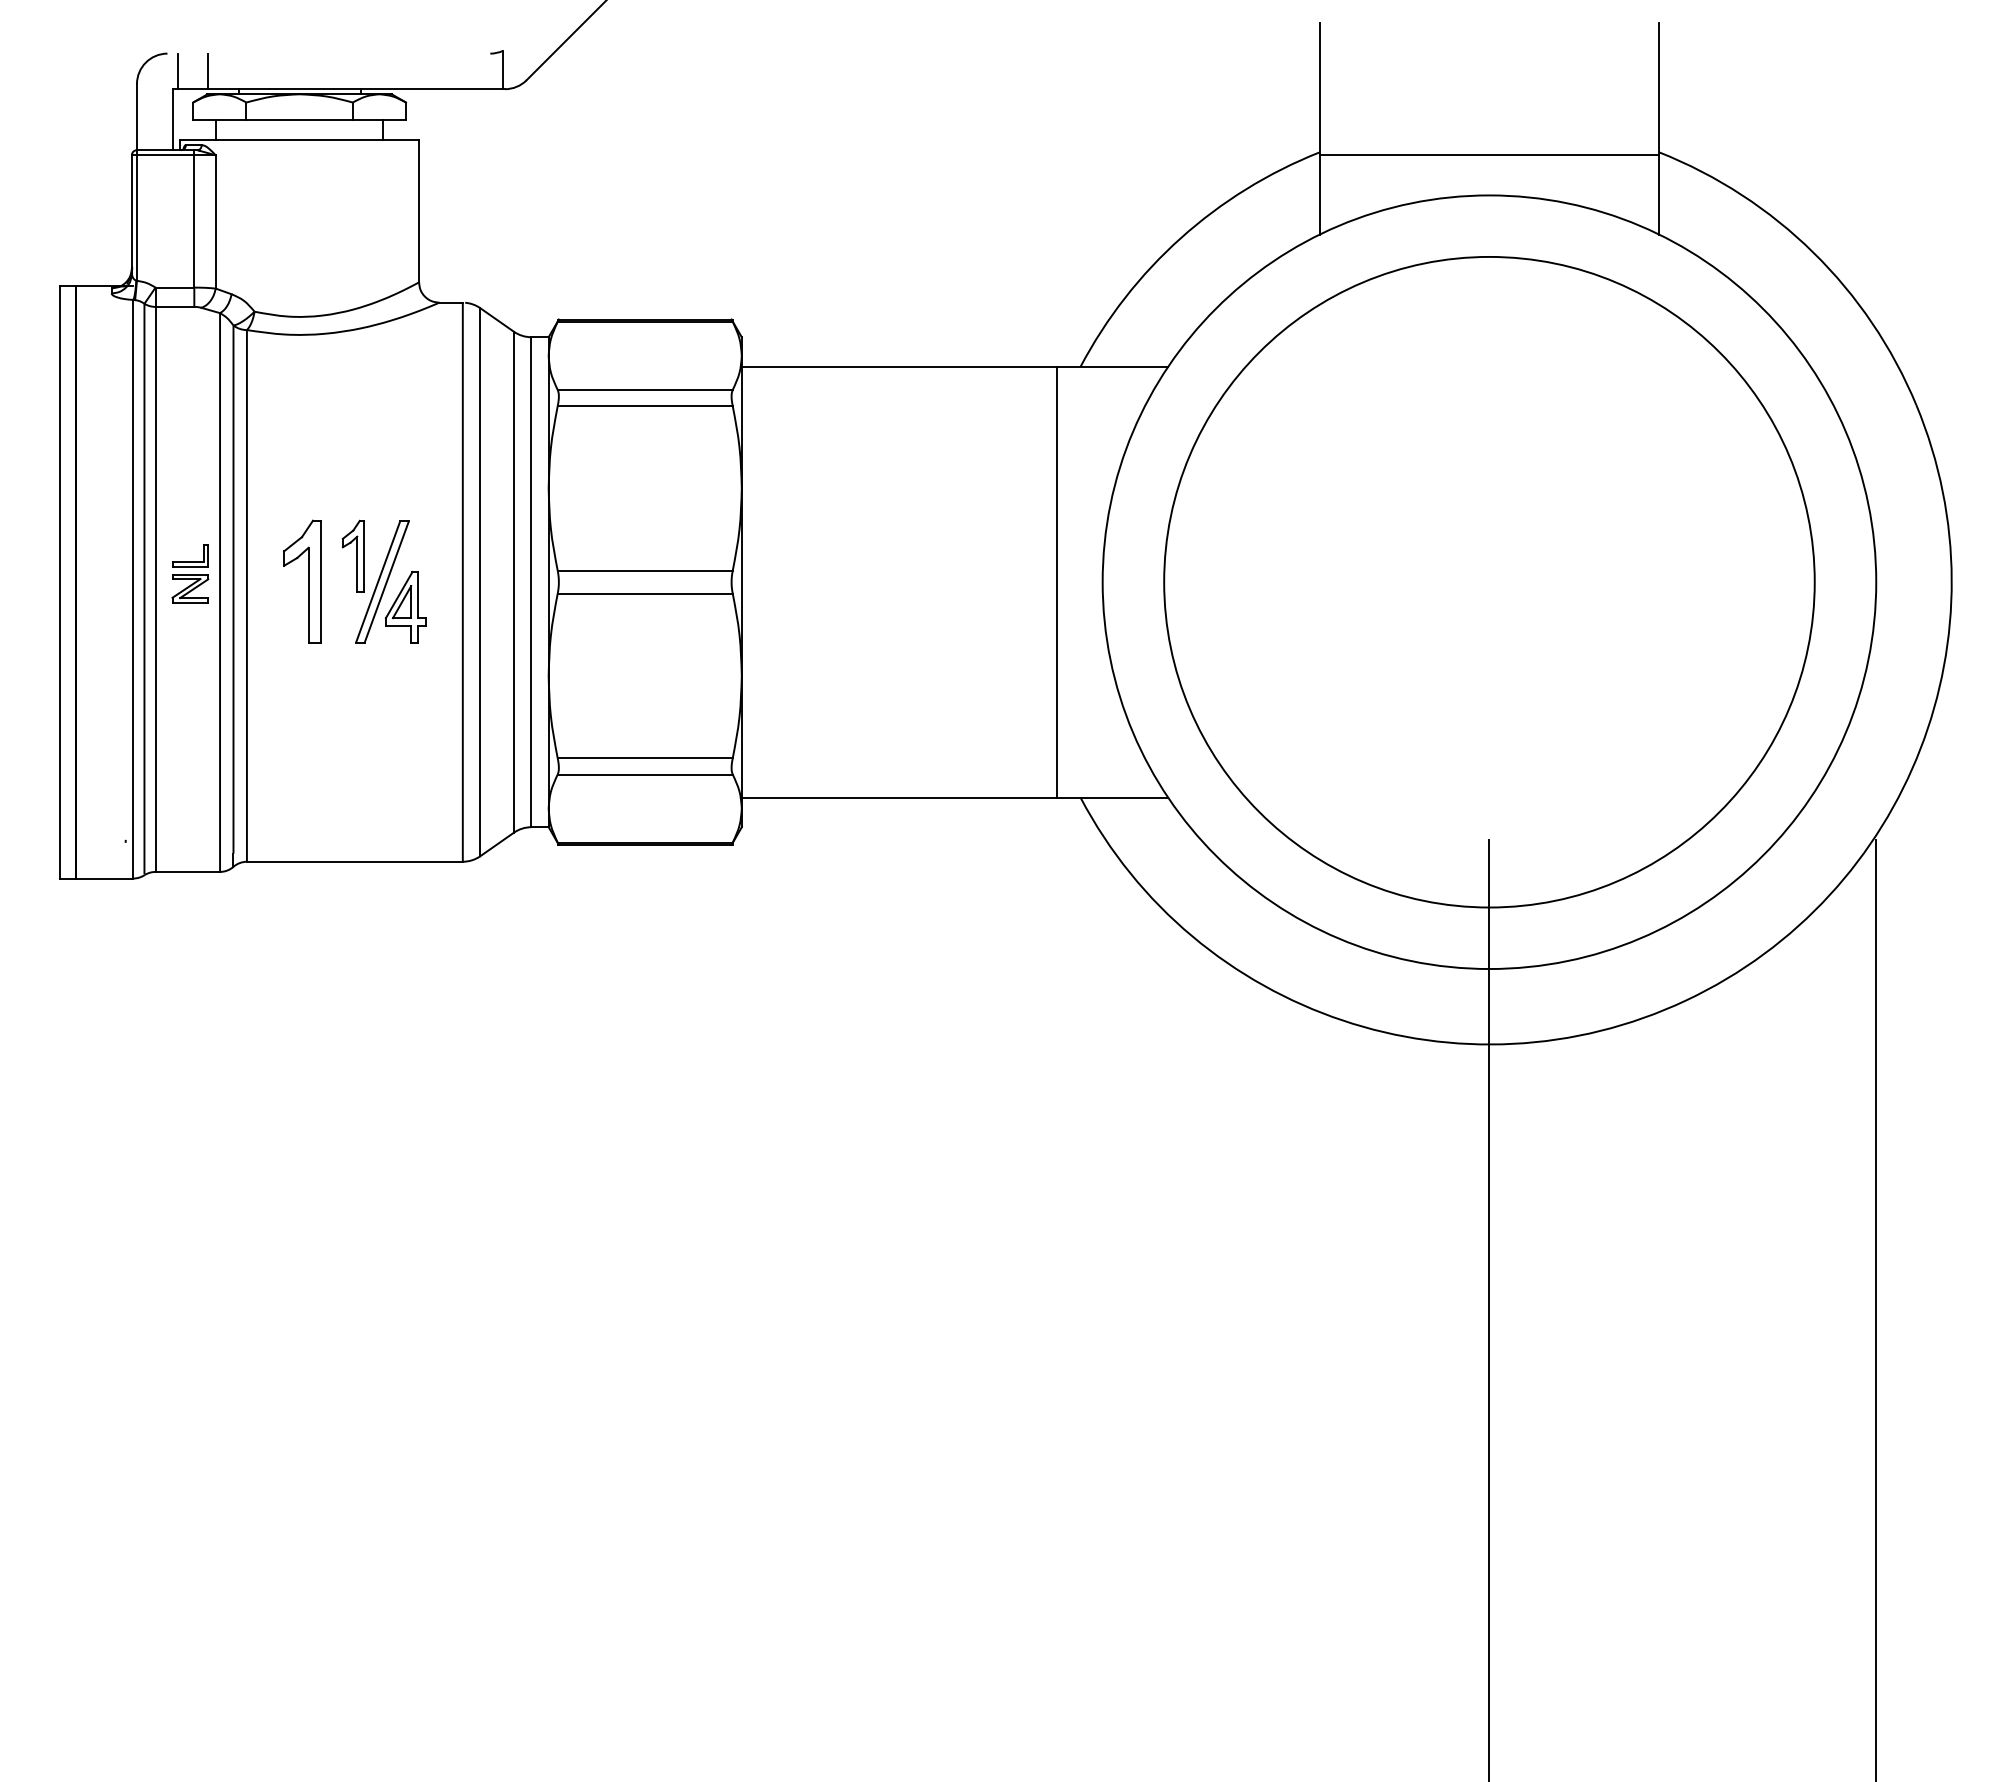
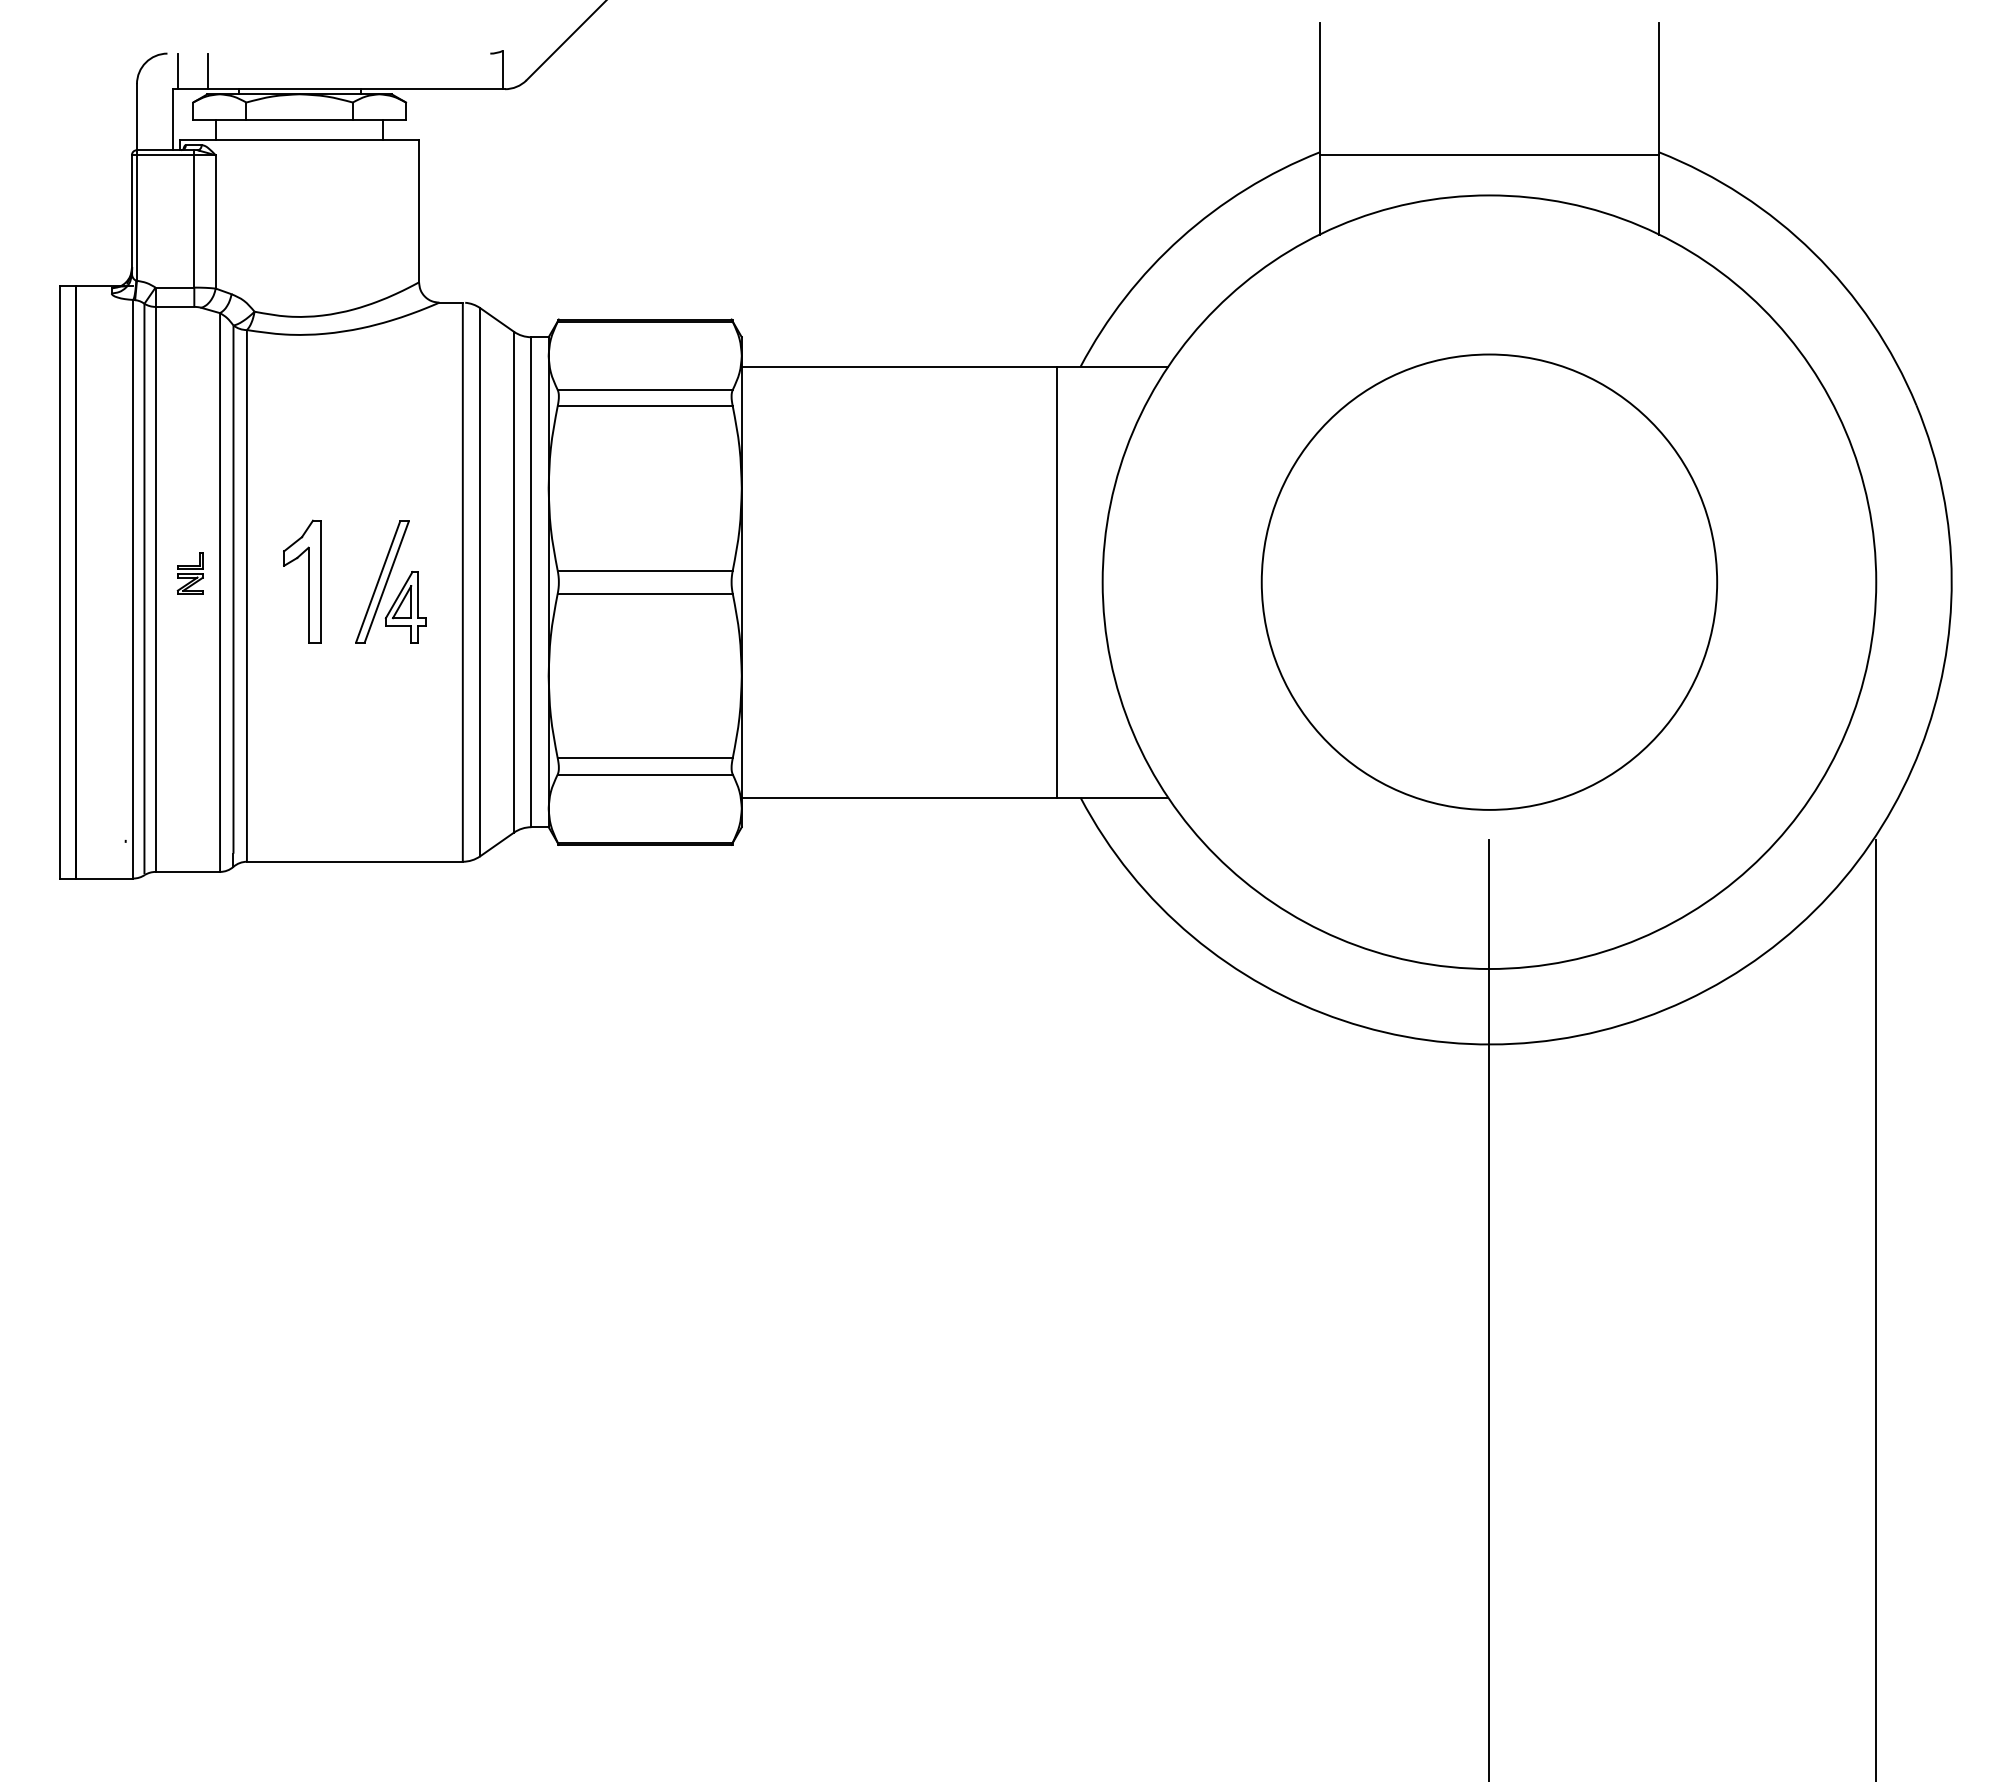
part at (352, 555): present -> none
part at (190, 573) size: 39x60 px -> 28x43 px
circle at (1489, 581) diameter: 651 px -> 455 px
